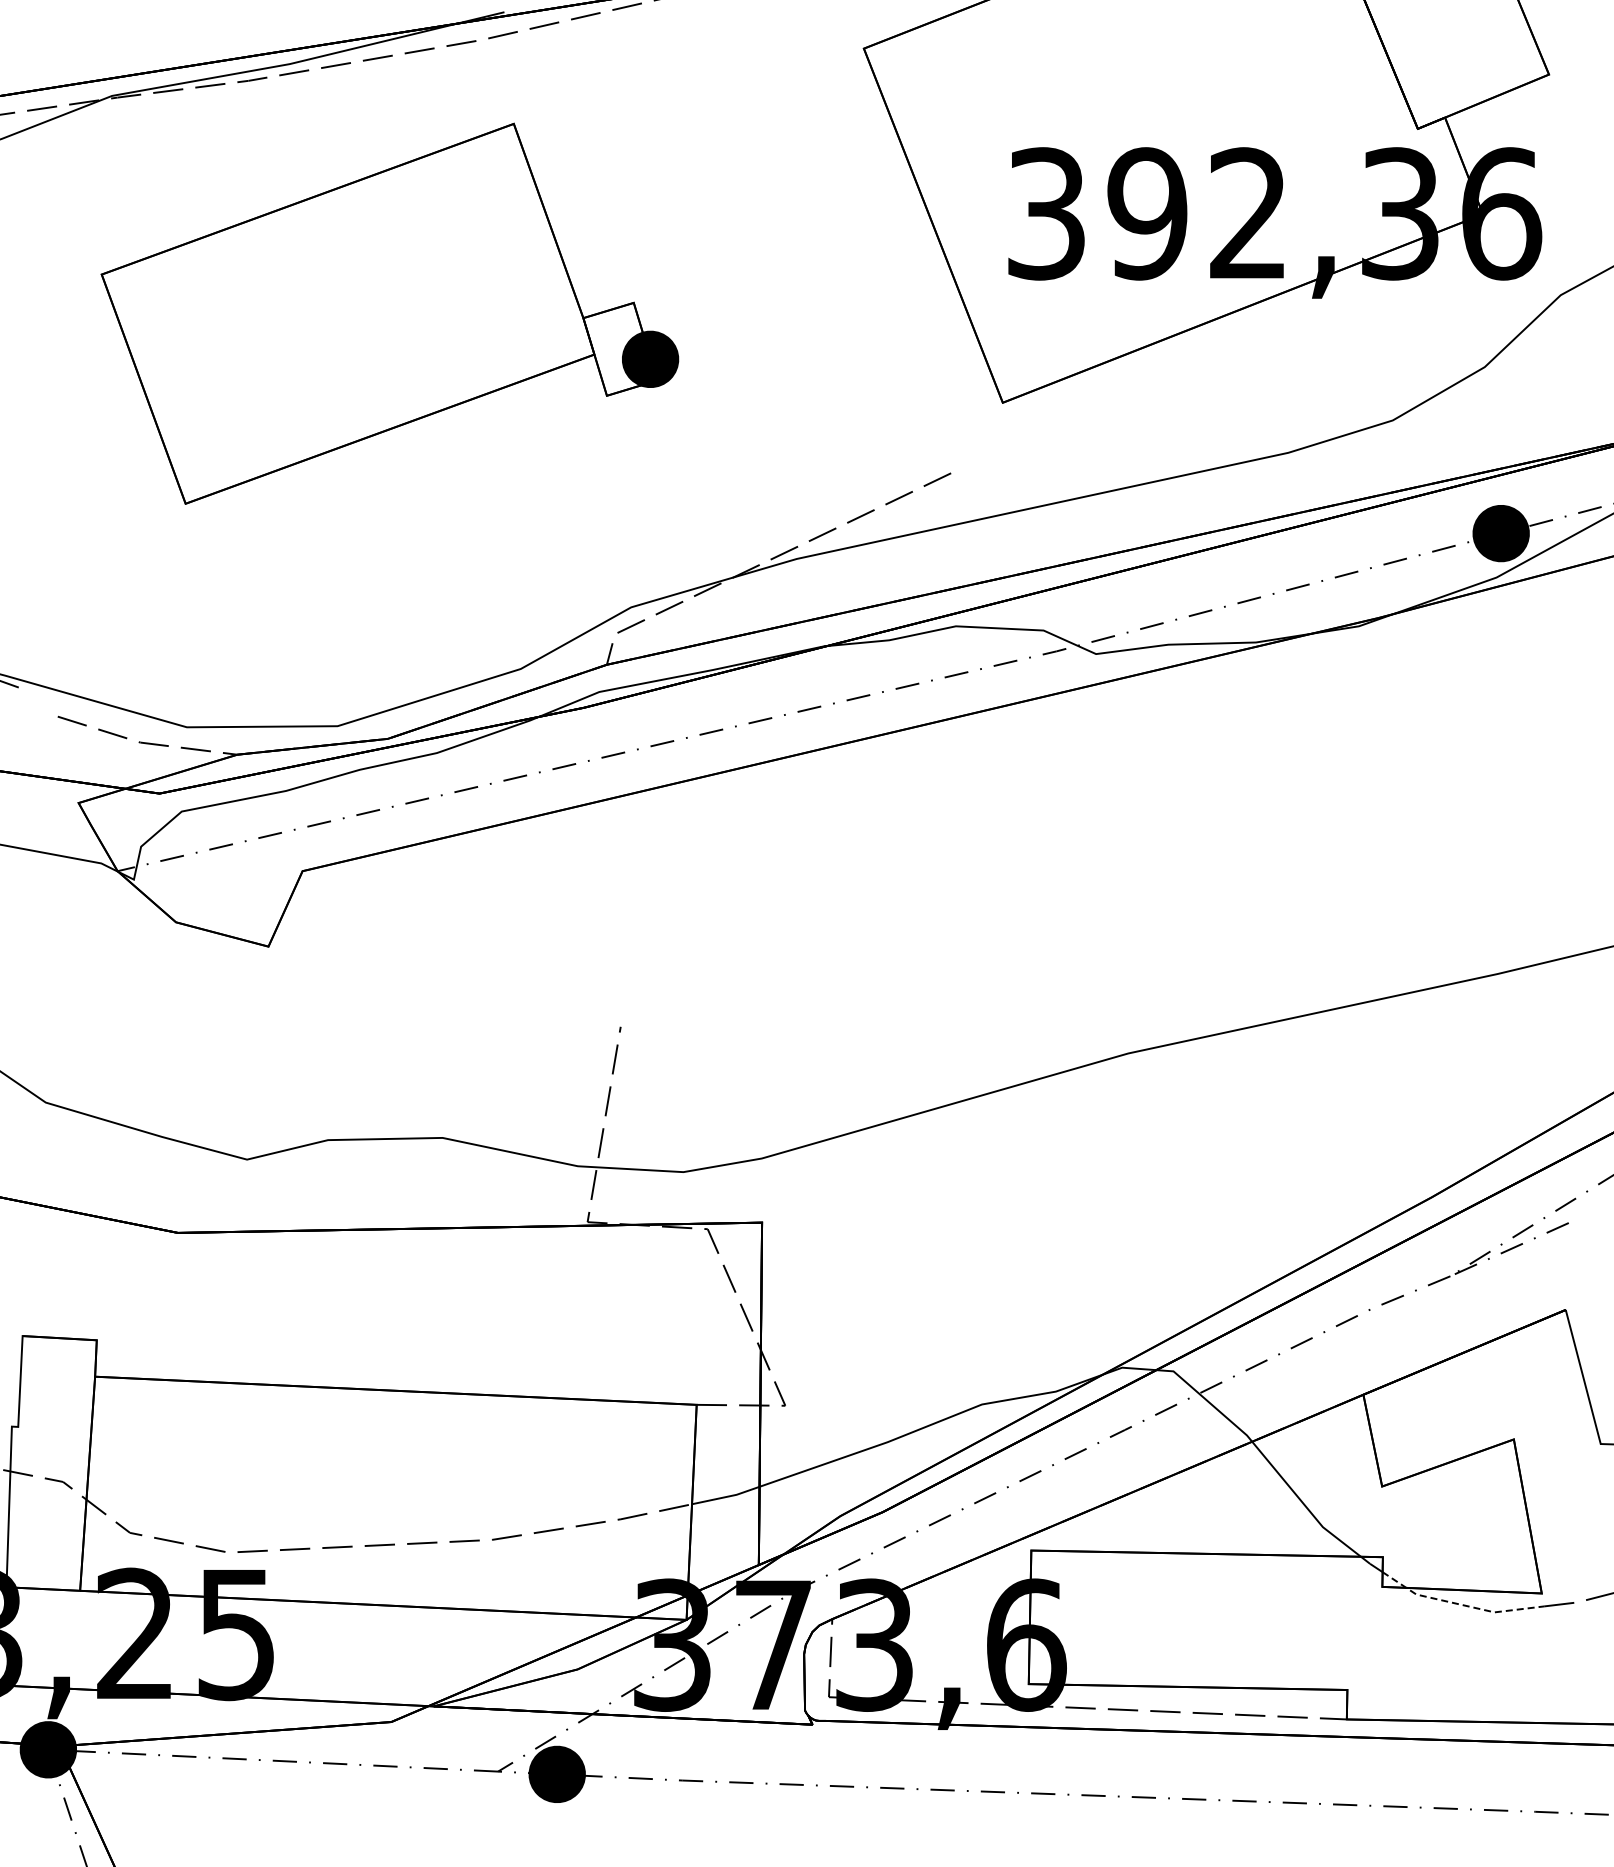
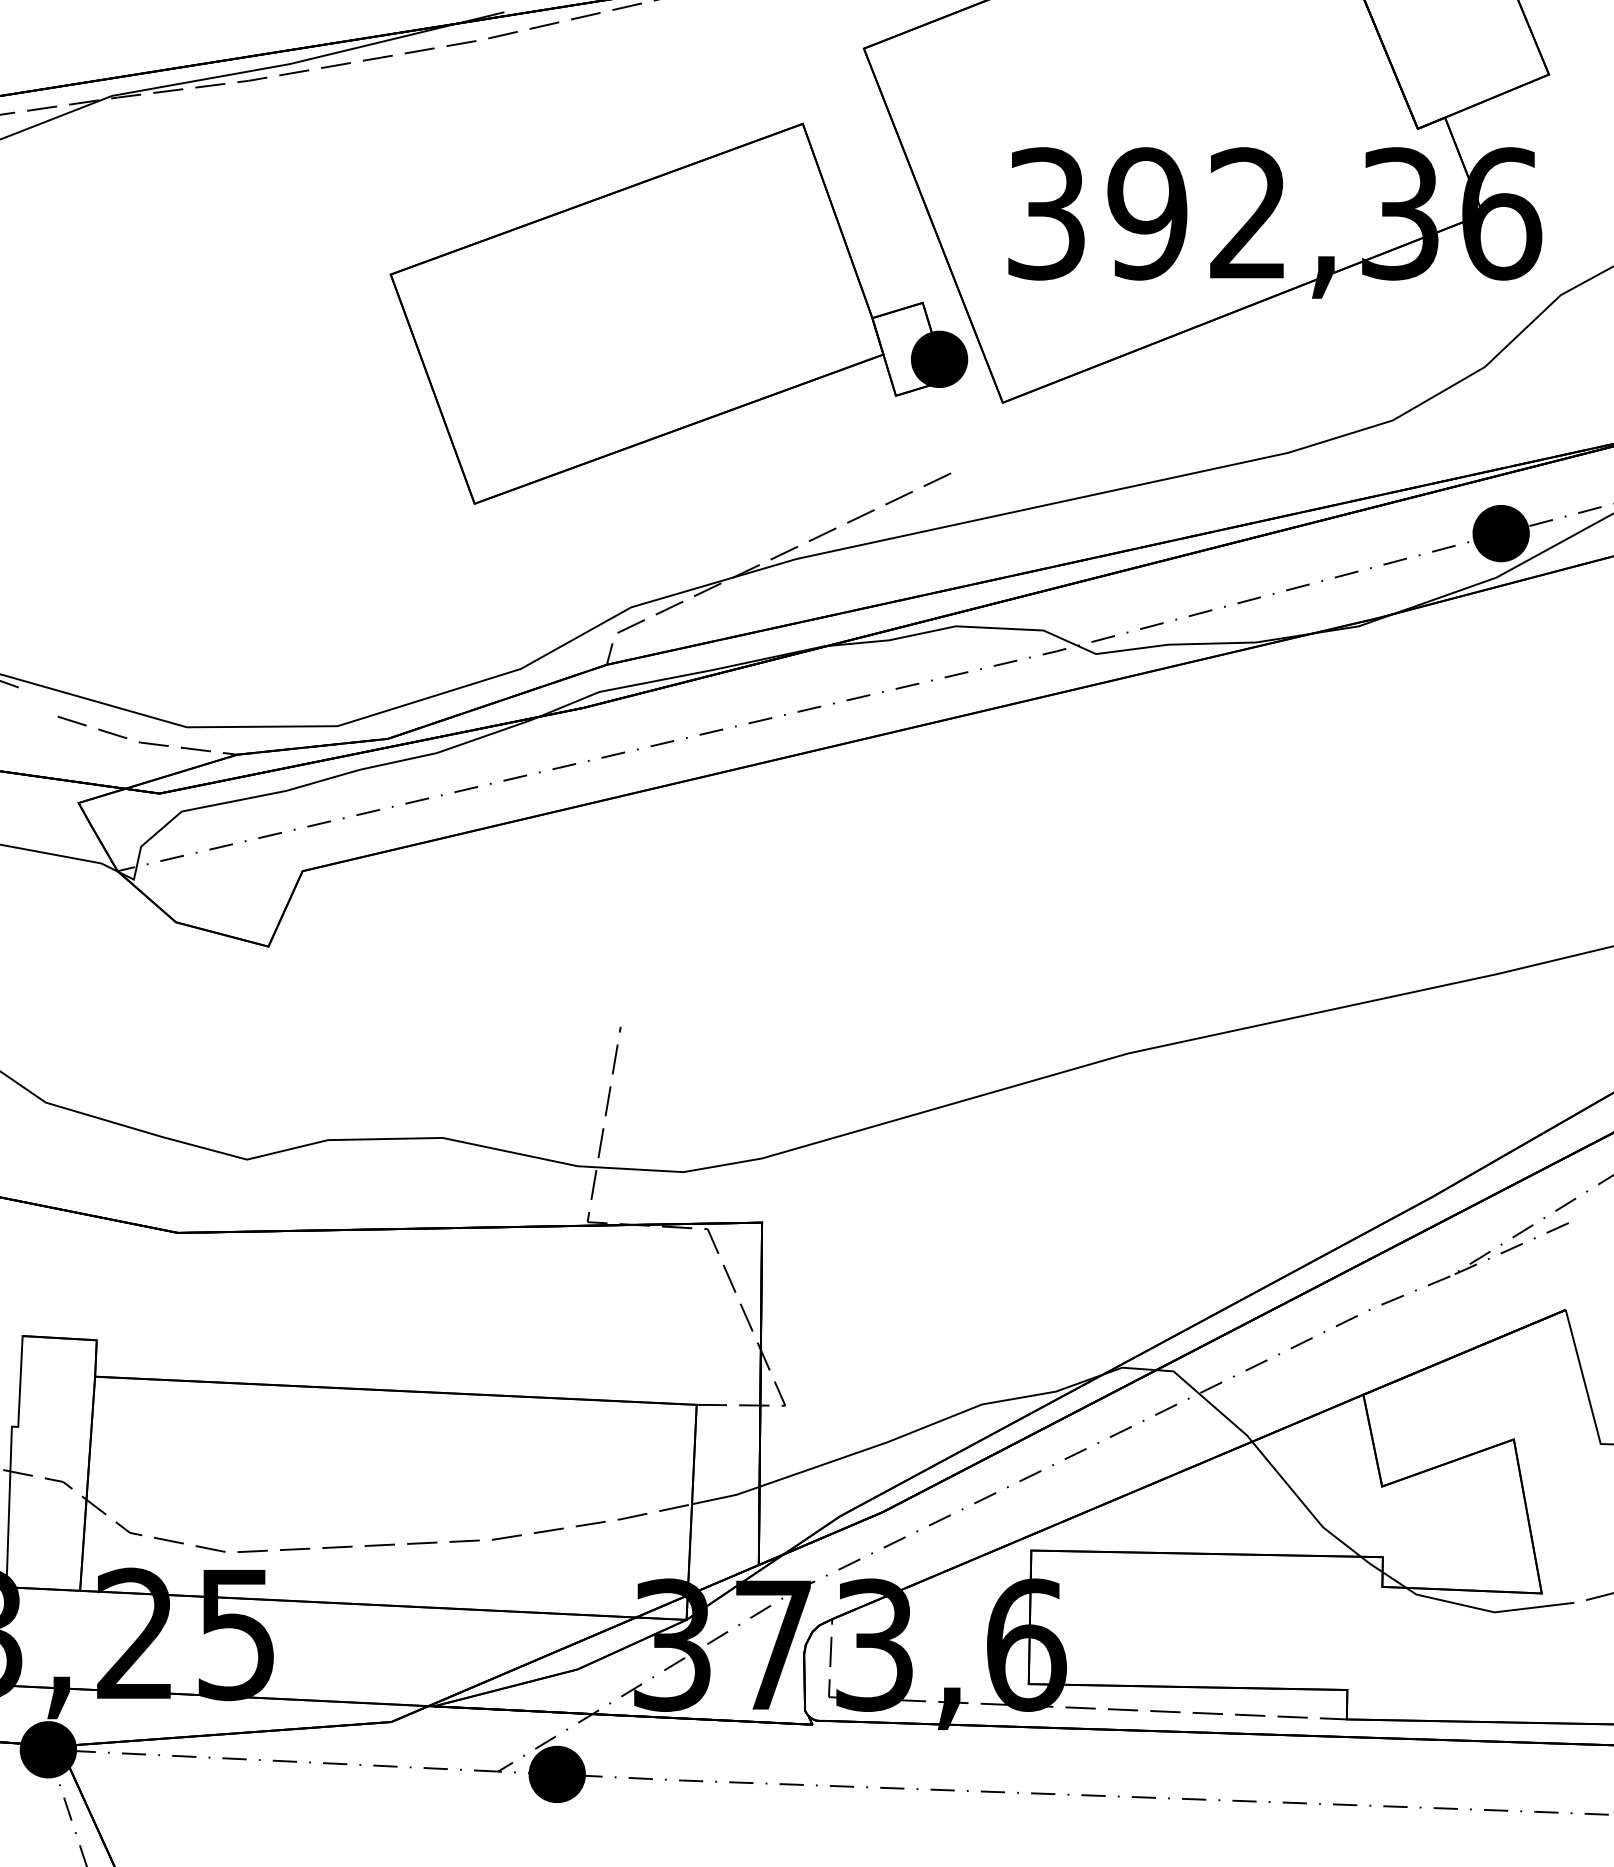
part at (389, 313) position: (389, 313) -> (678, 313)
line at (1459, 1604): dashed -> solid
